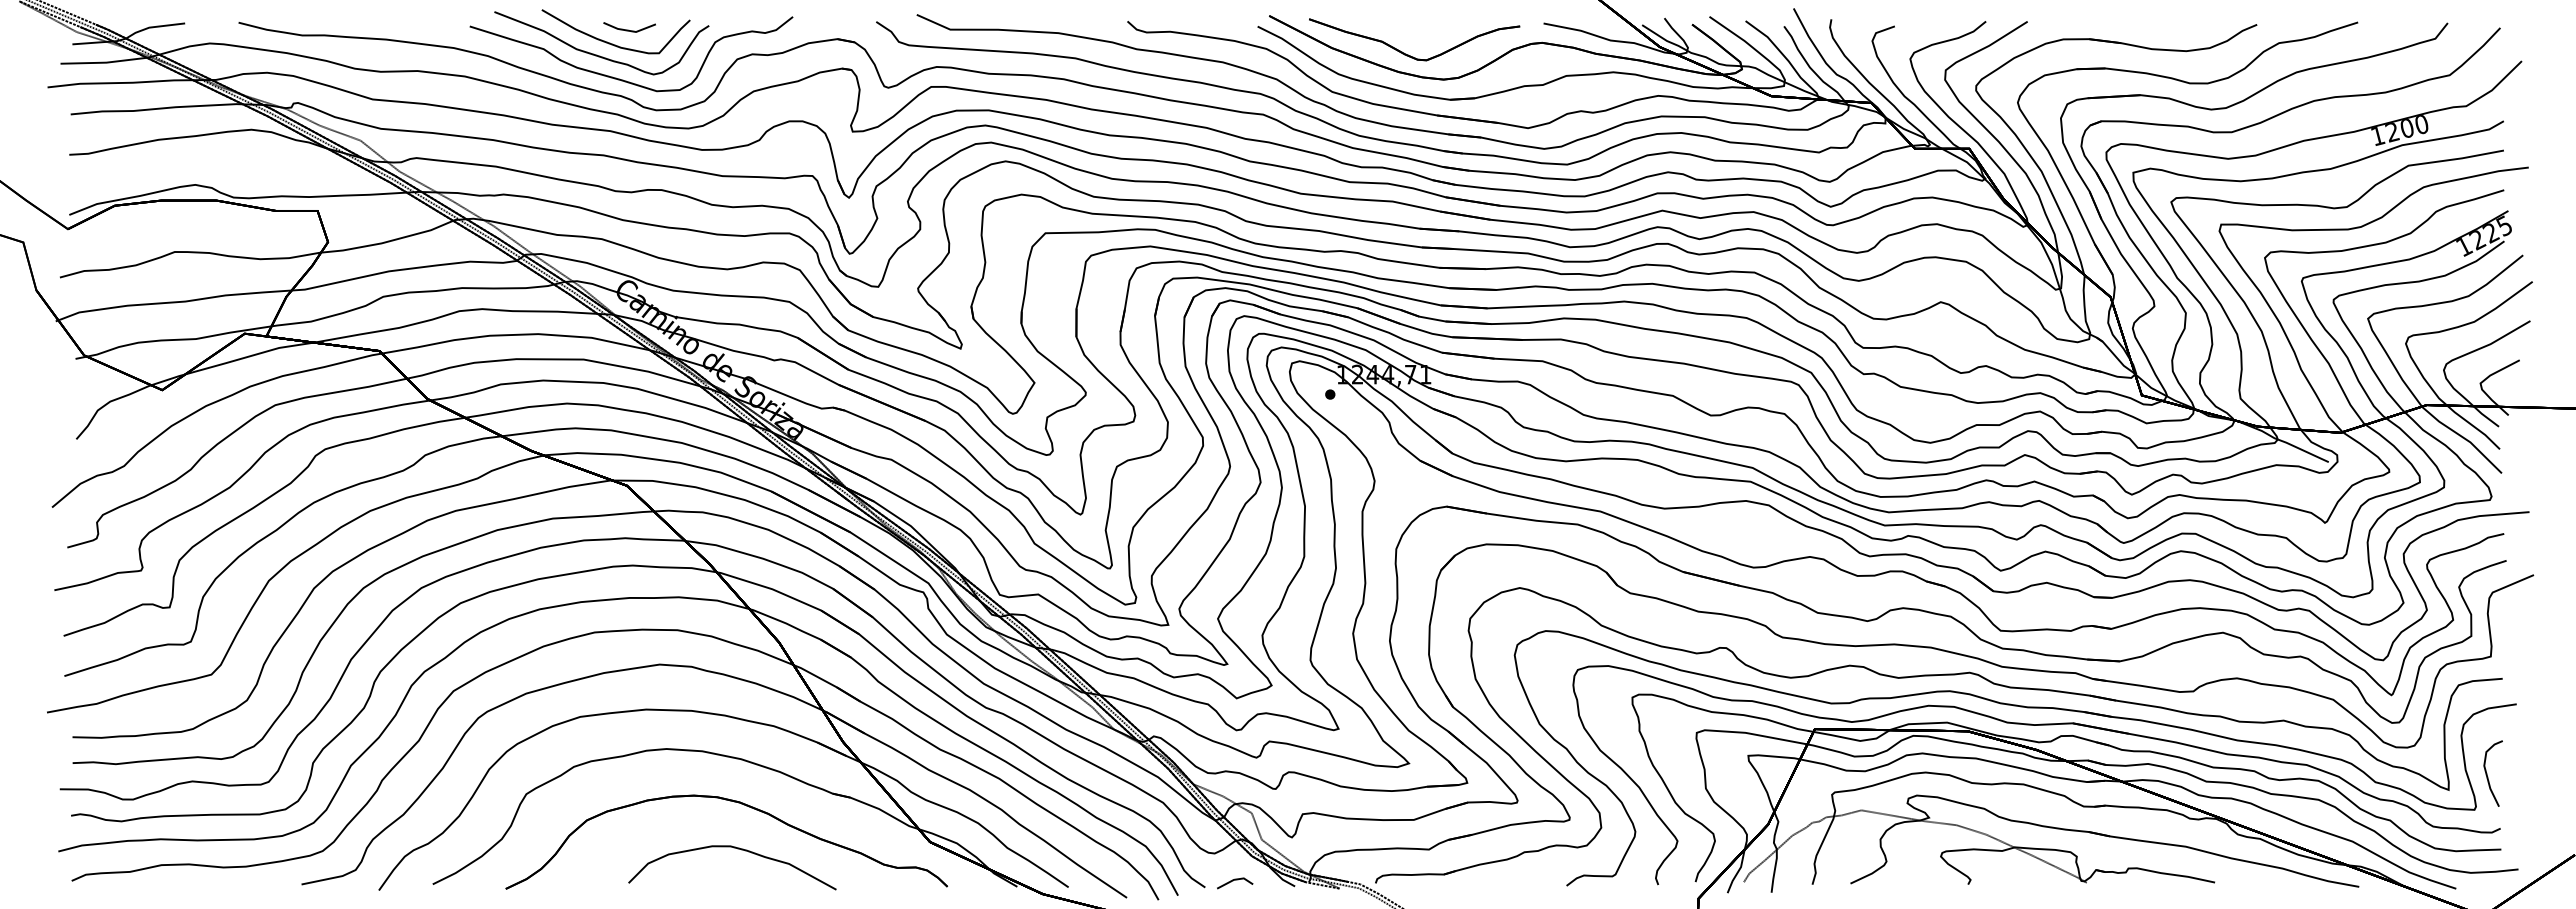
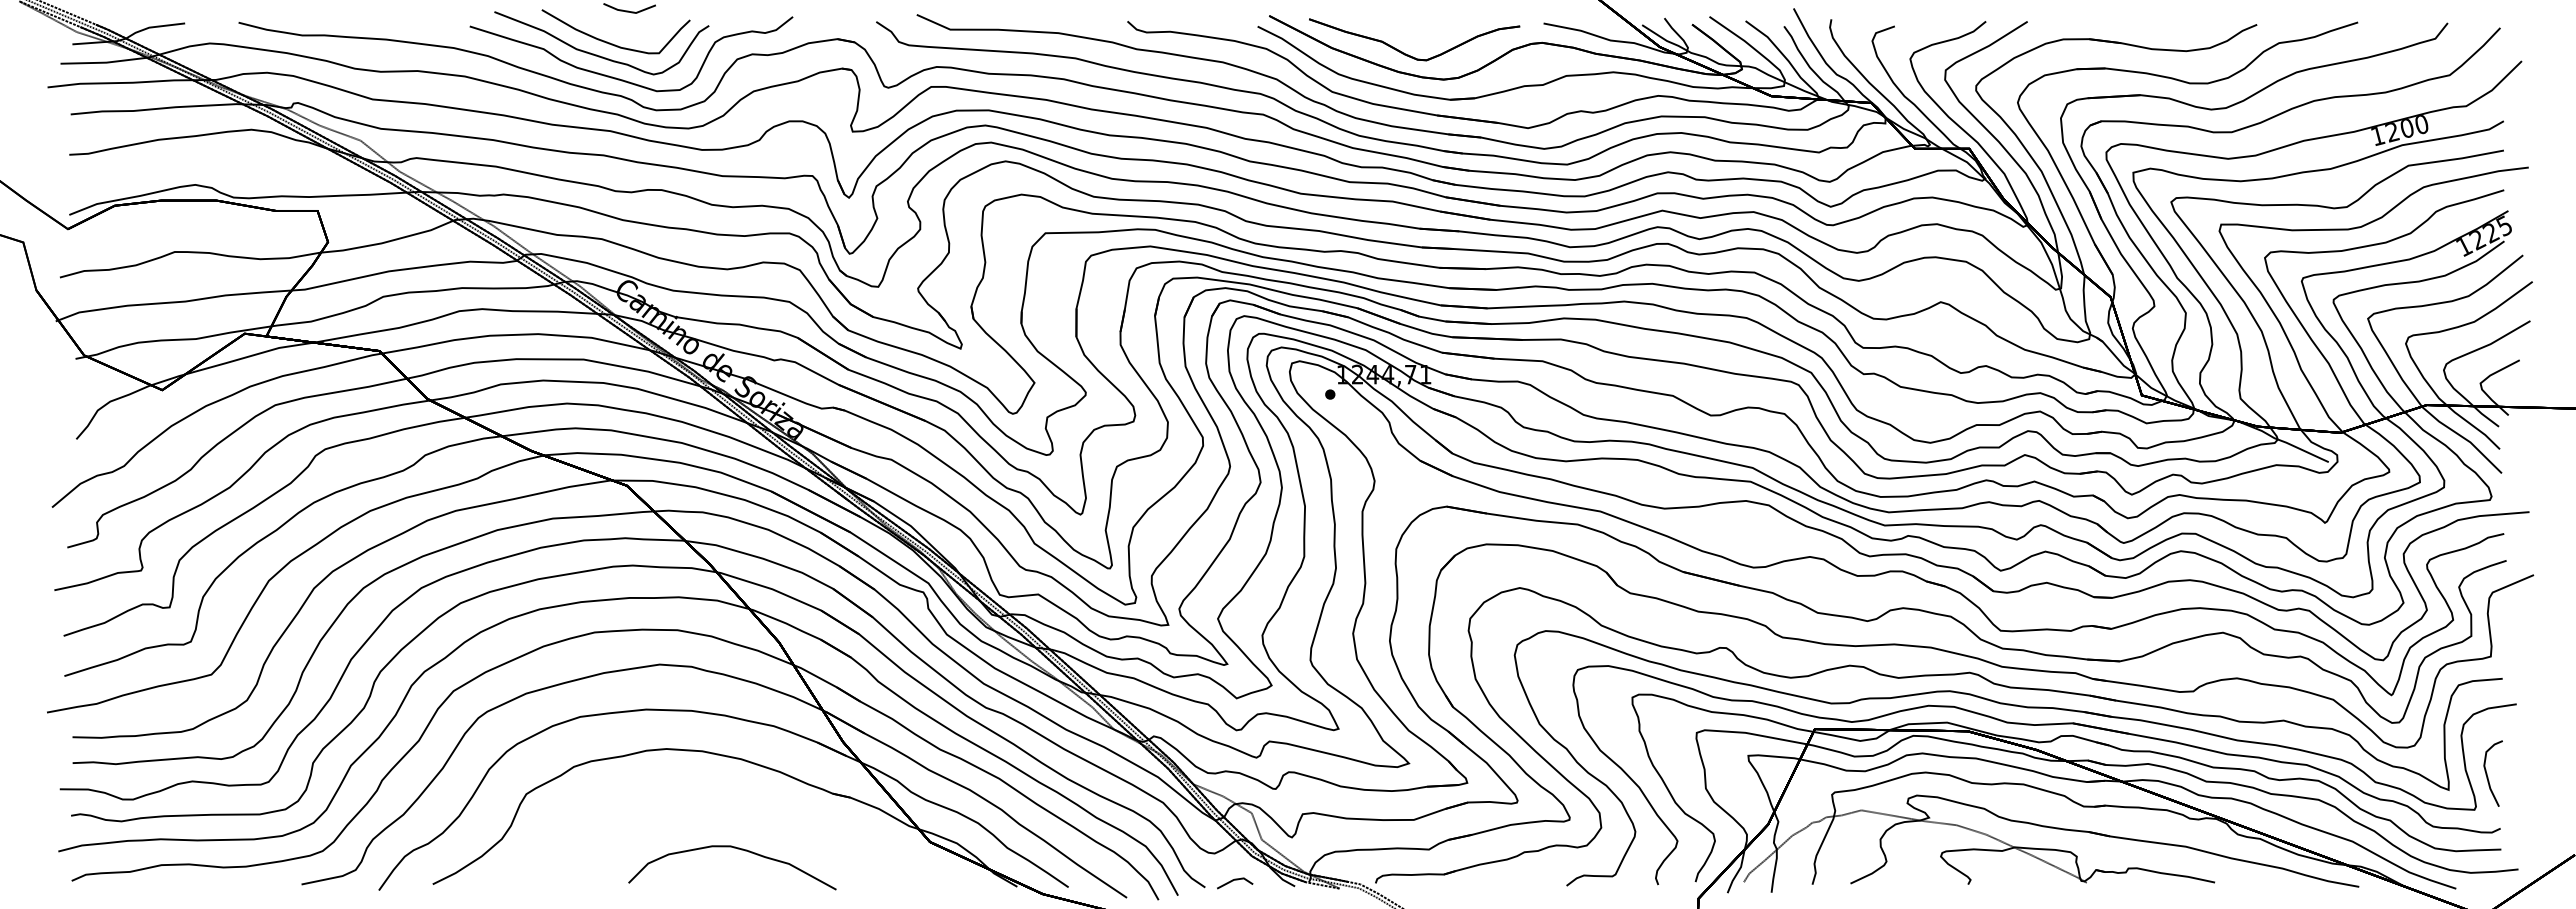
line at (628, 29) position: (628, 29) -> (628, 10)
part at (734, 802): present -> none
